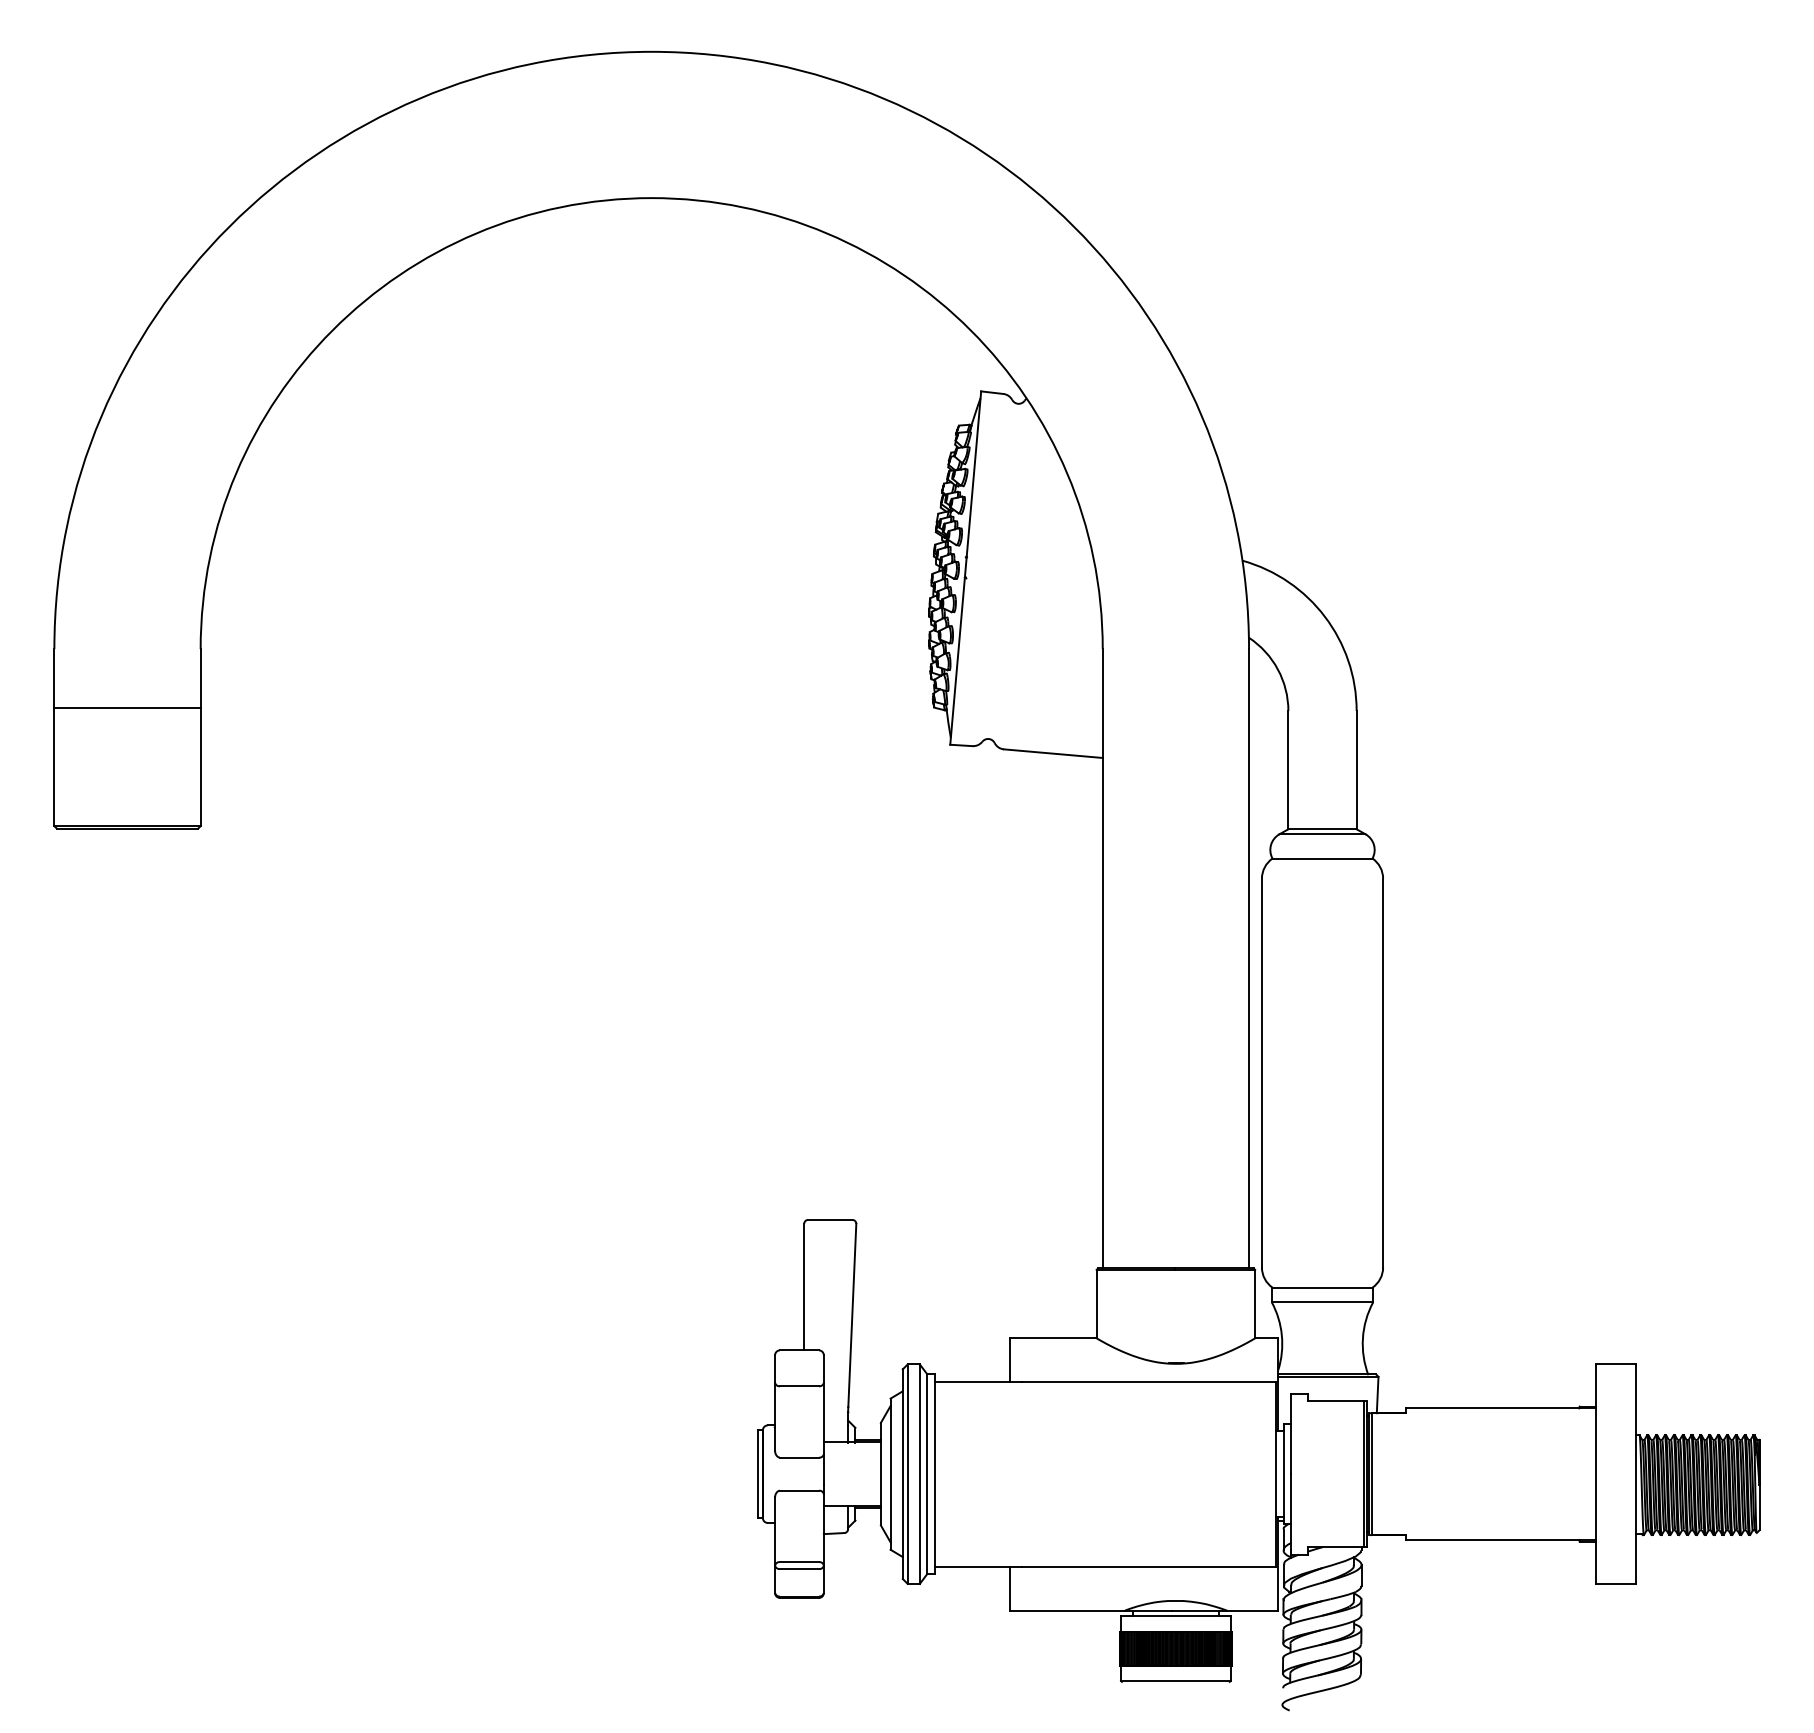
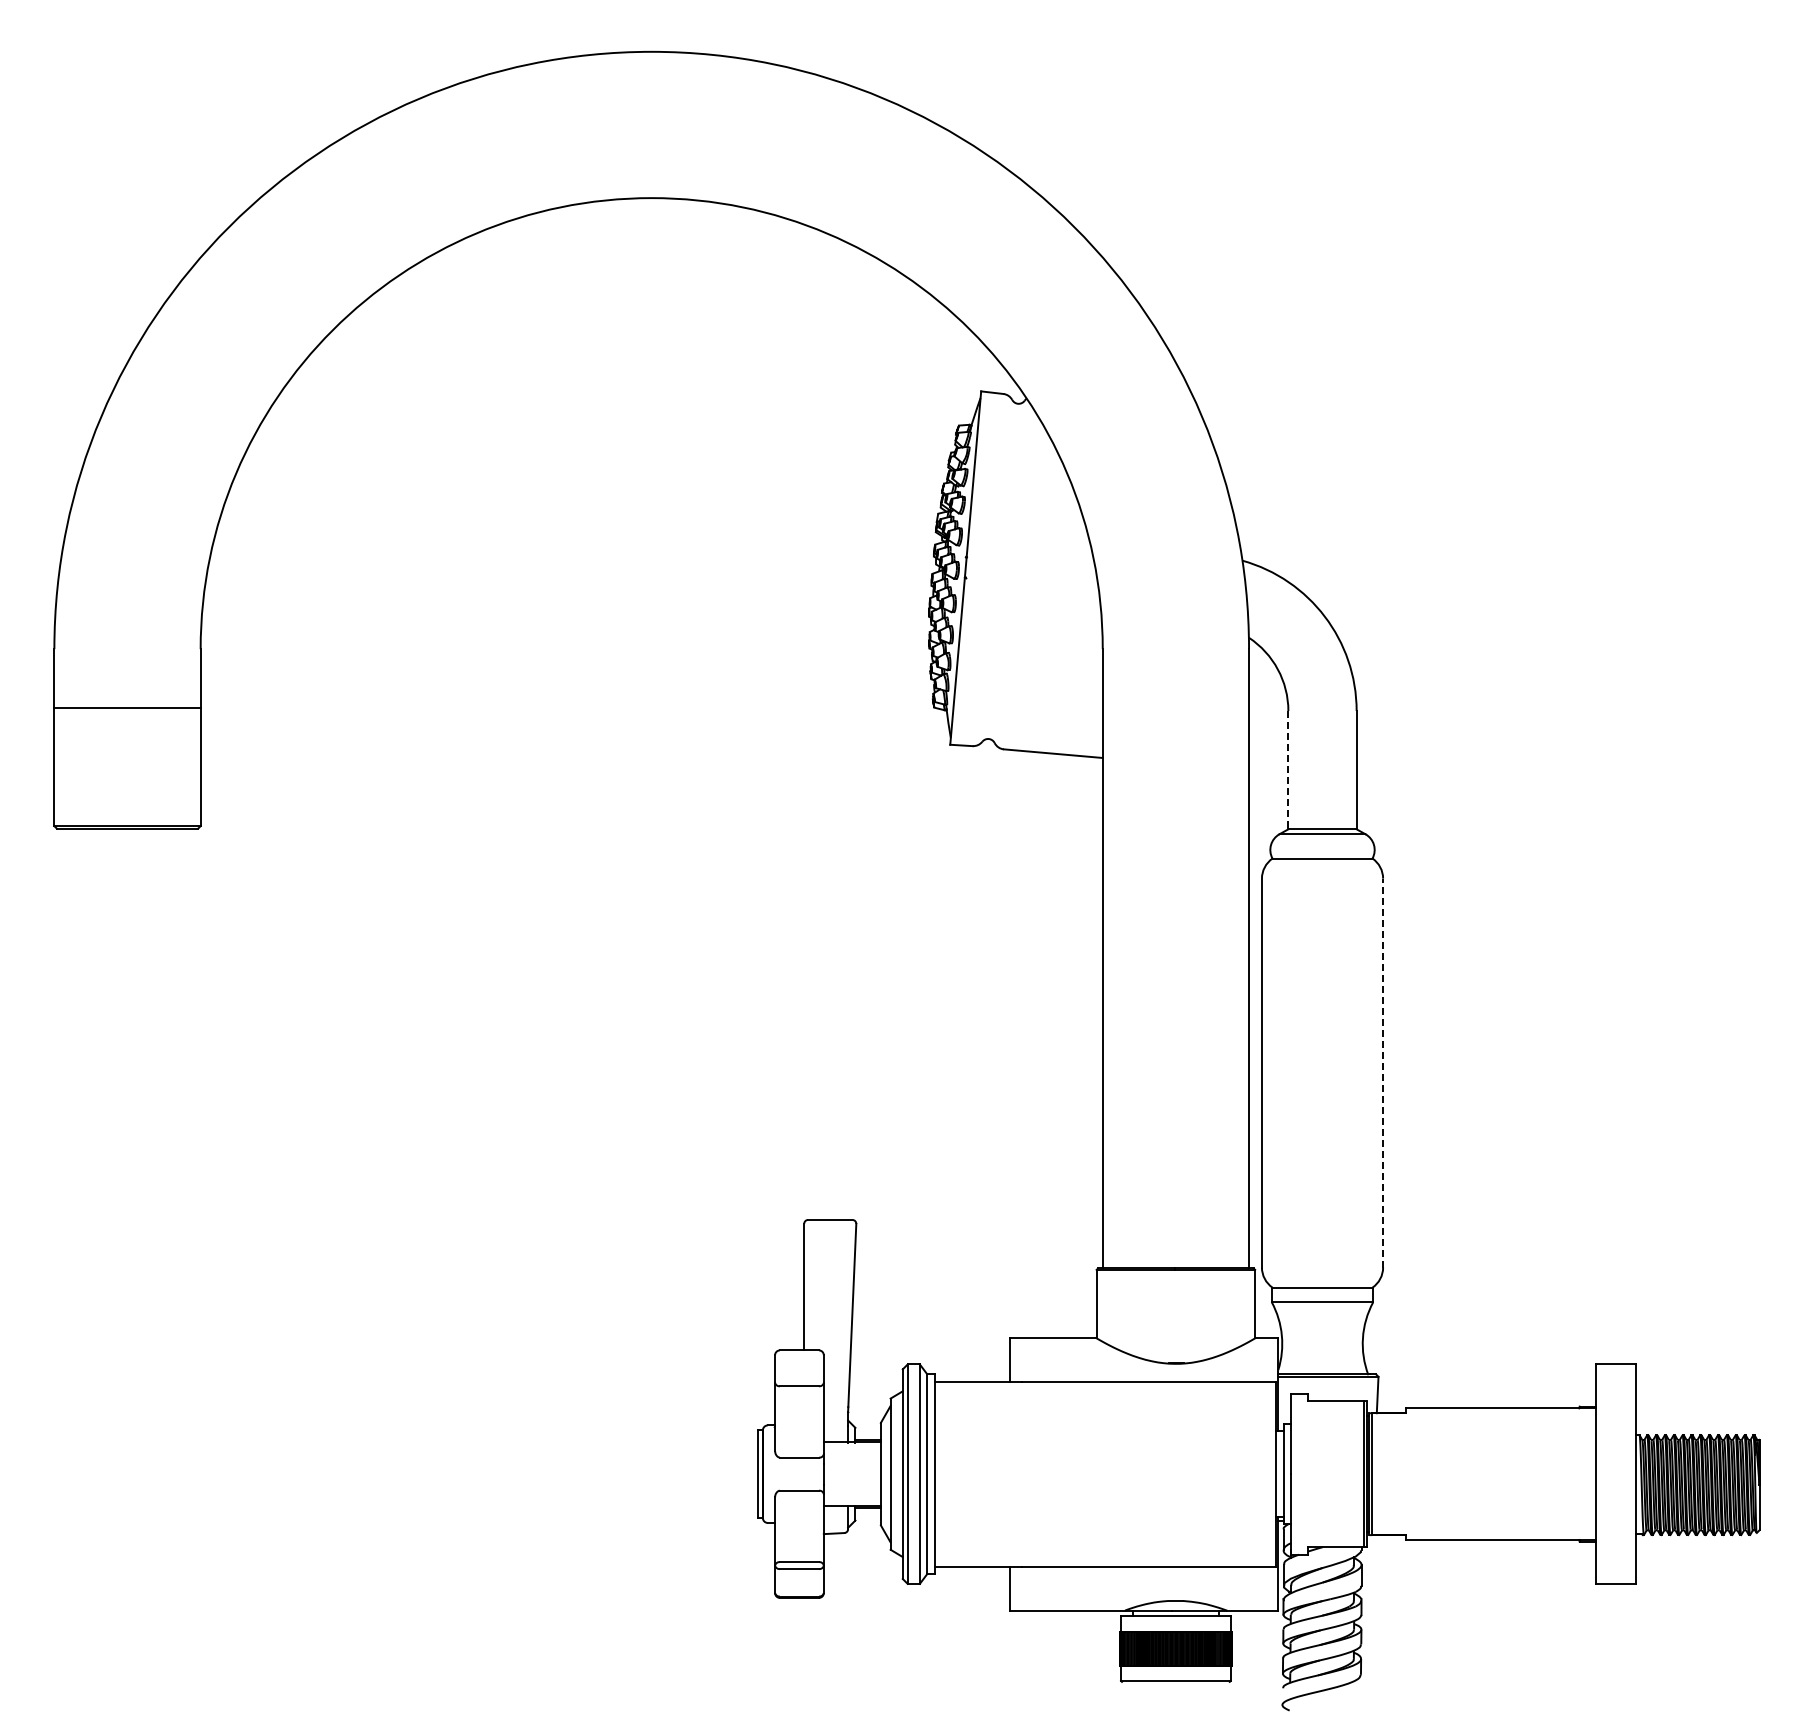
line at (1288, 770): solid -> dashed
line at (1383, 1072): solid -> dashed
